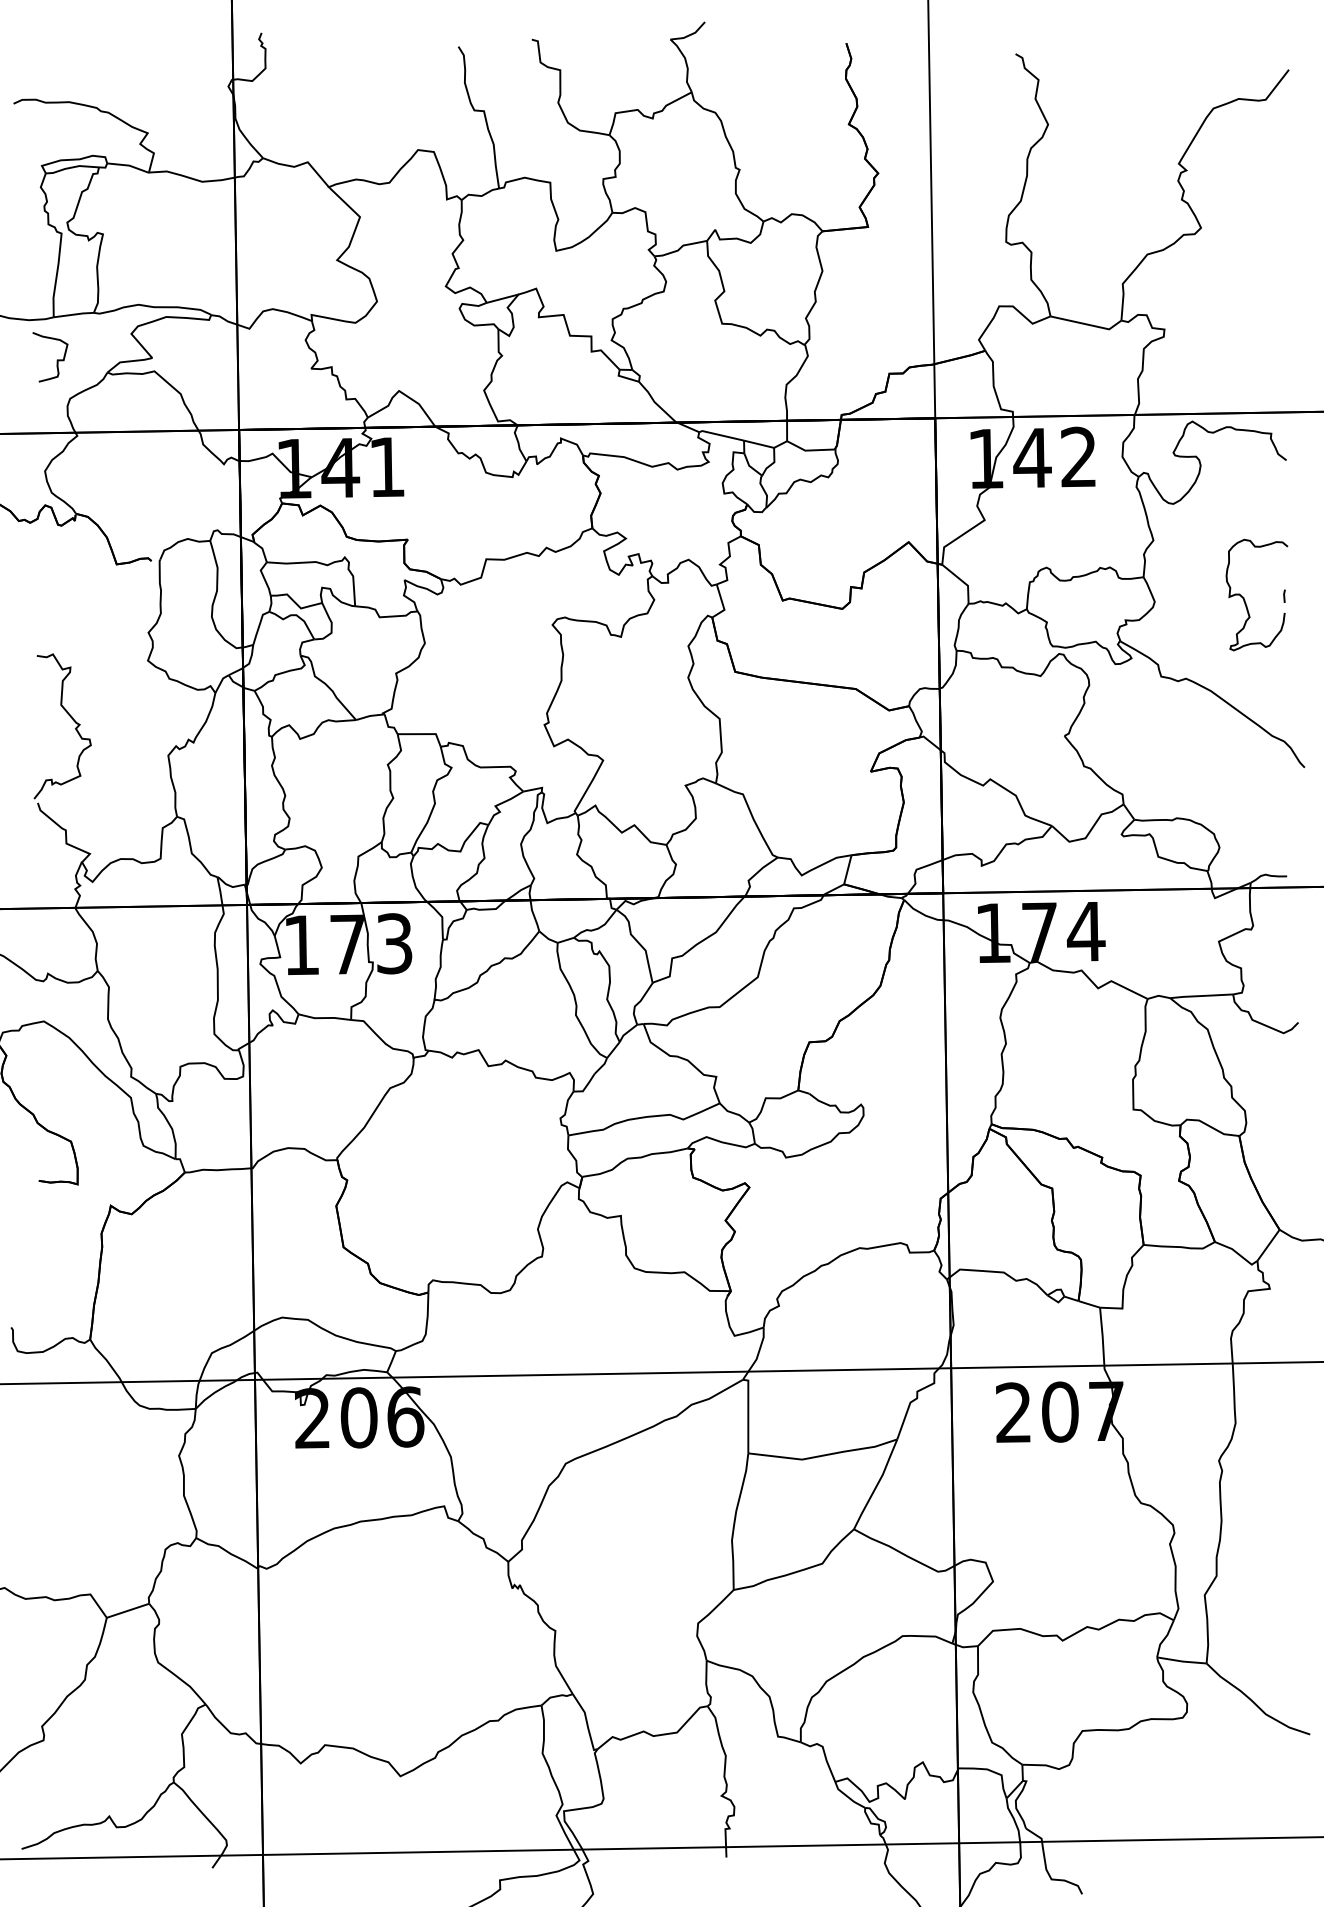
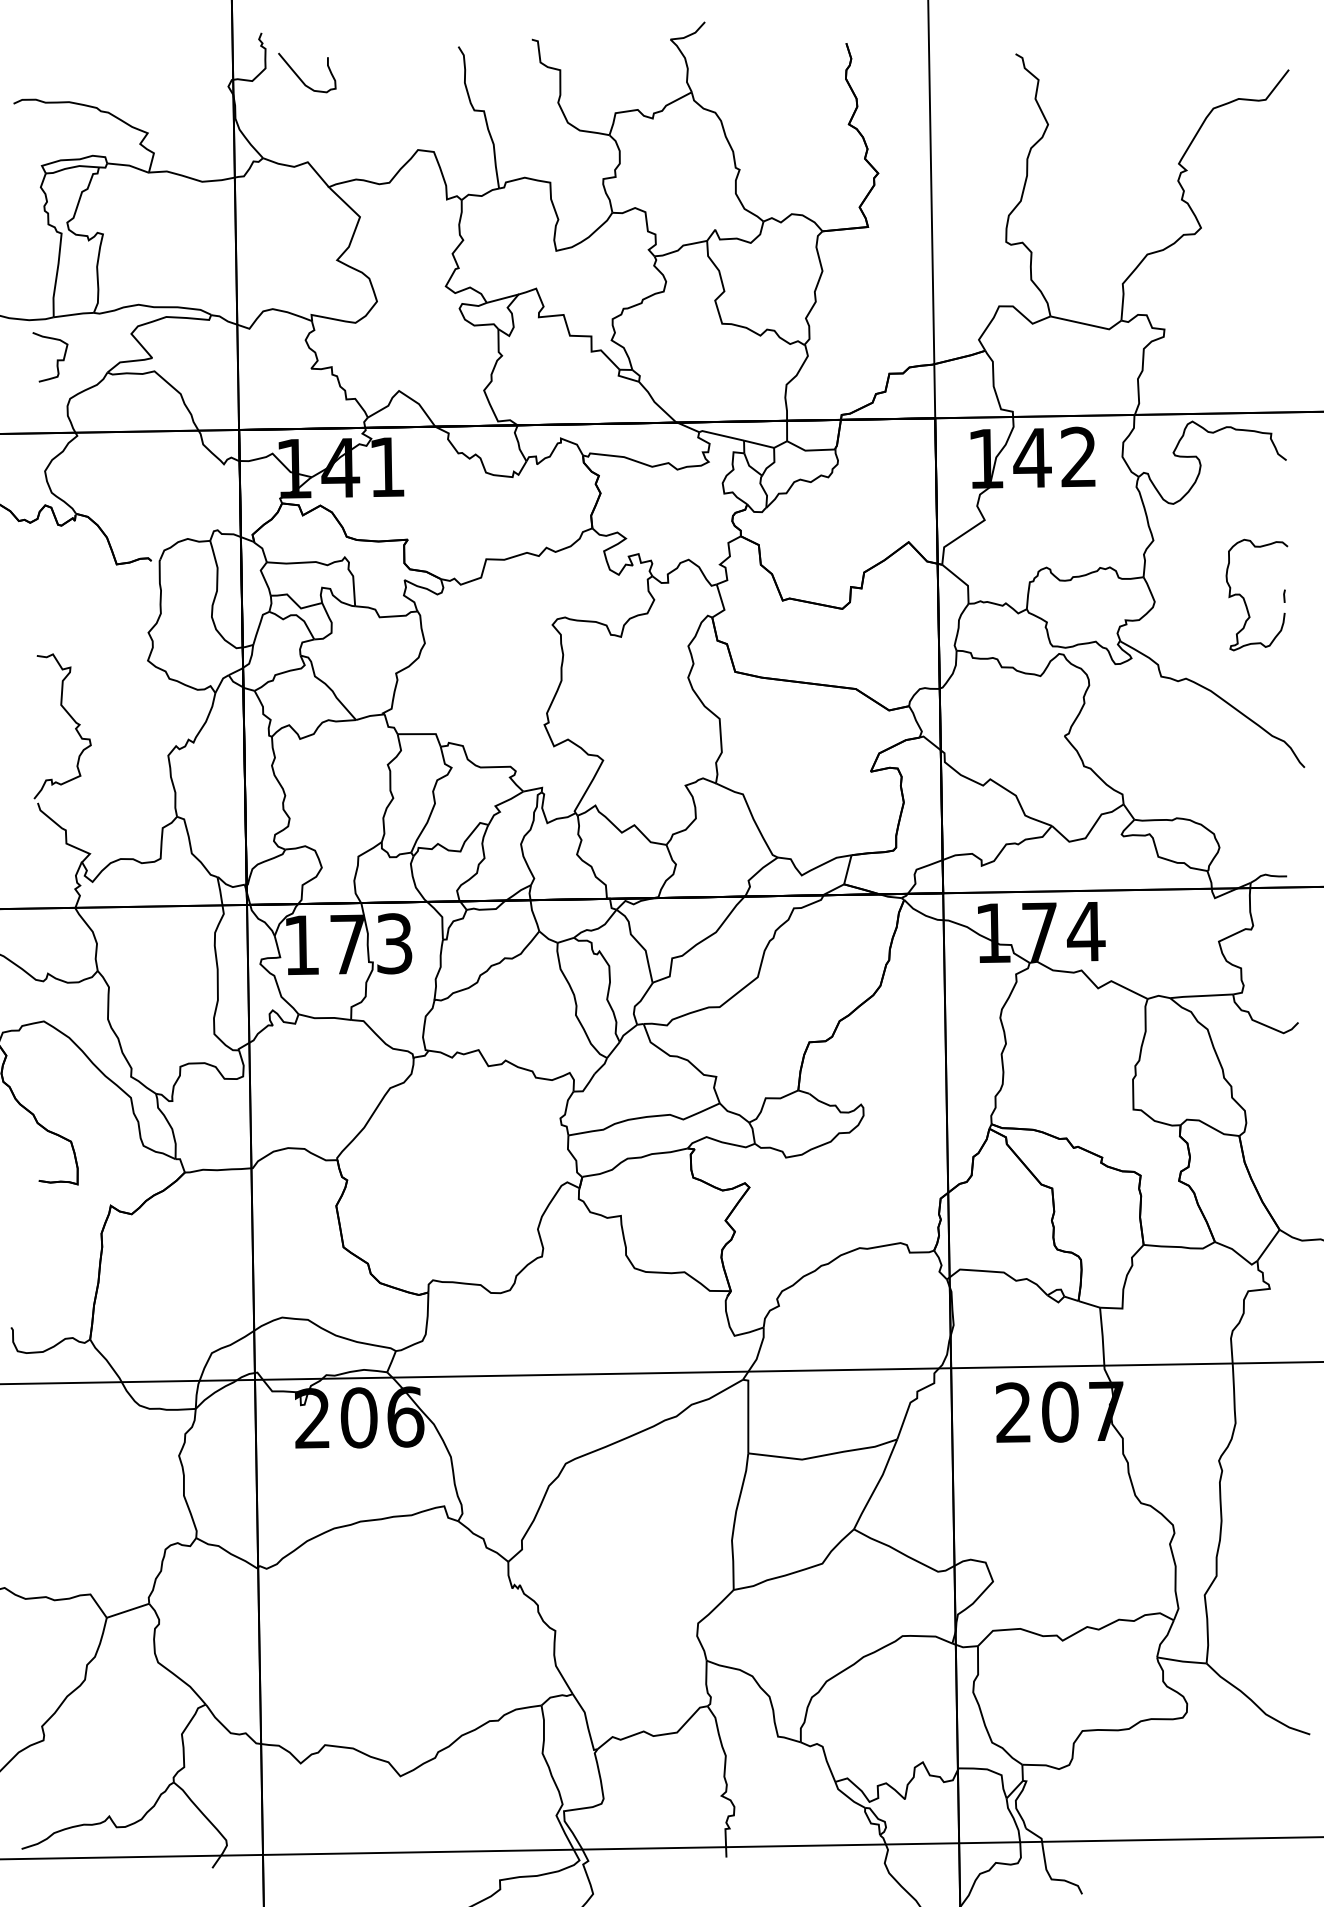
curve at (300, 77): none -> present
